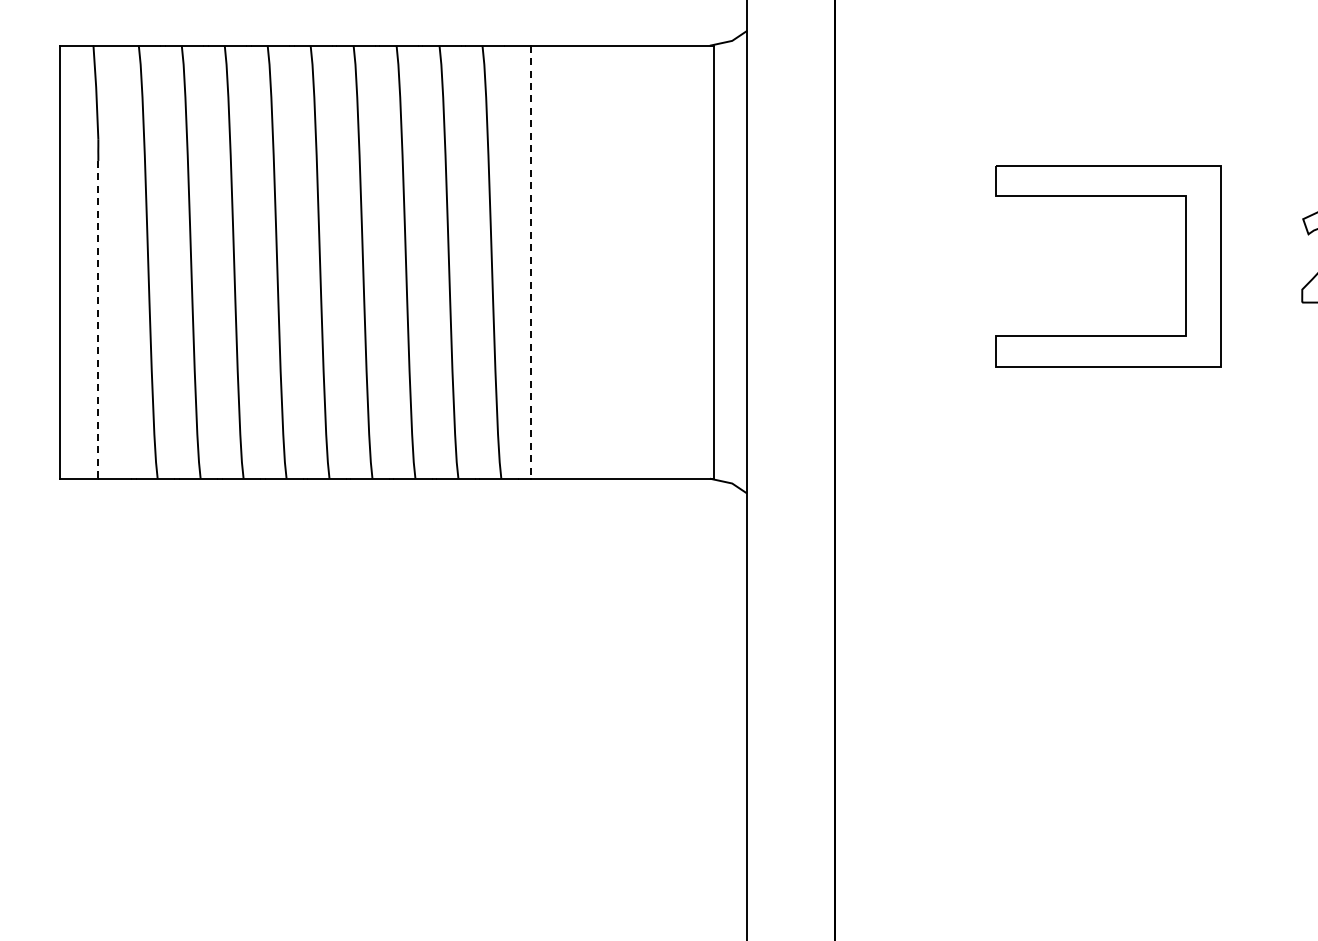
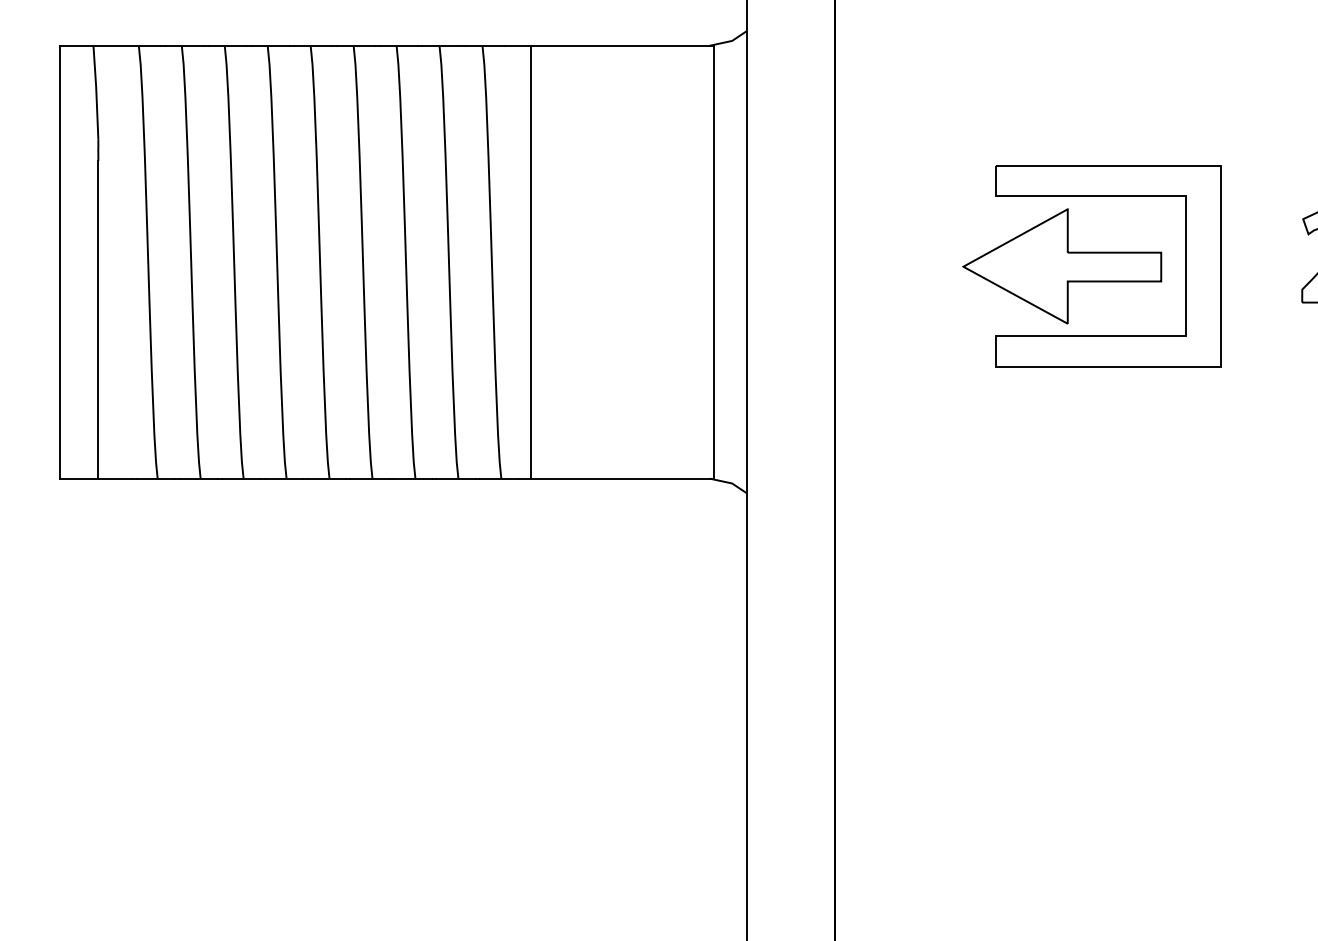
line at (531, 262): dashed -> solid
part at (1062, 266): none -> present
line at (98, 319): dashed -> solid
